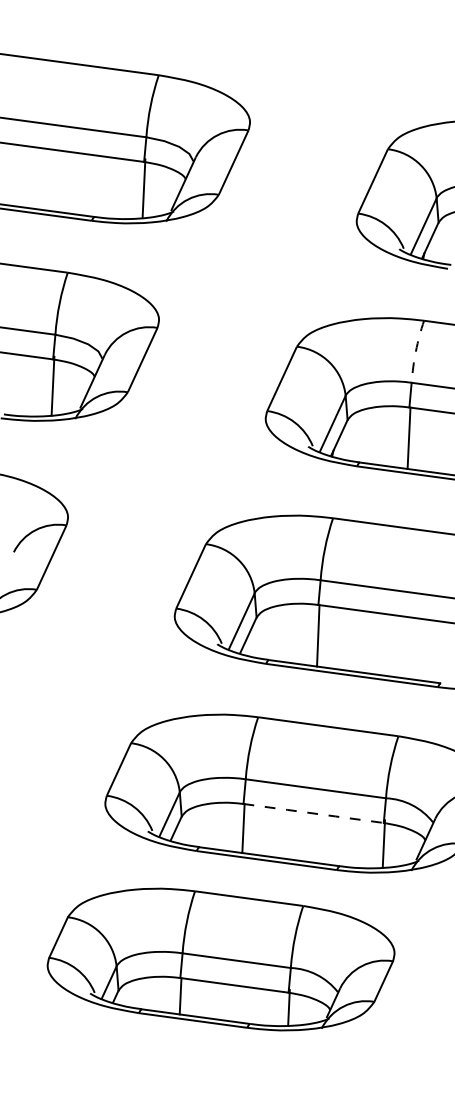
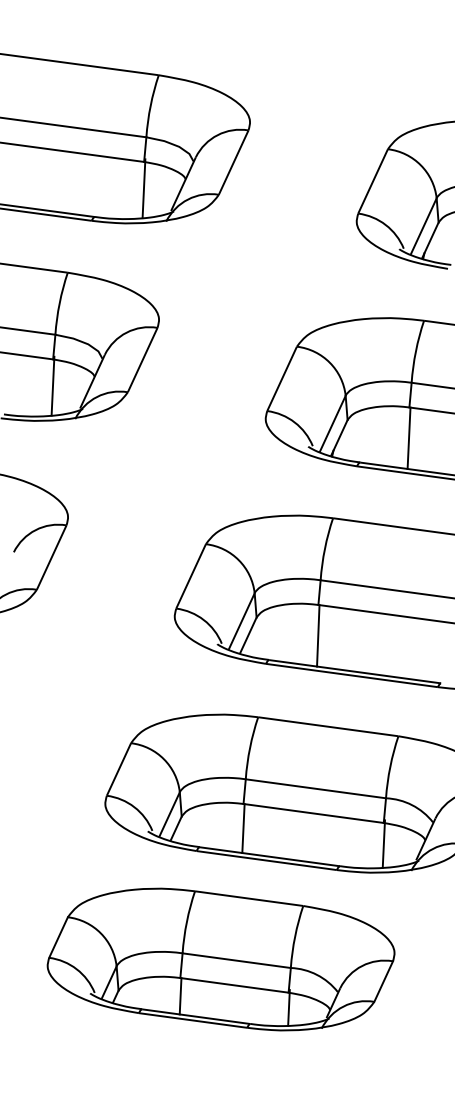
arc at (415, 351): dashed -> solid
line at (314, 813): dashed -> solid
